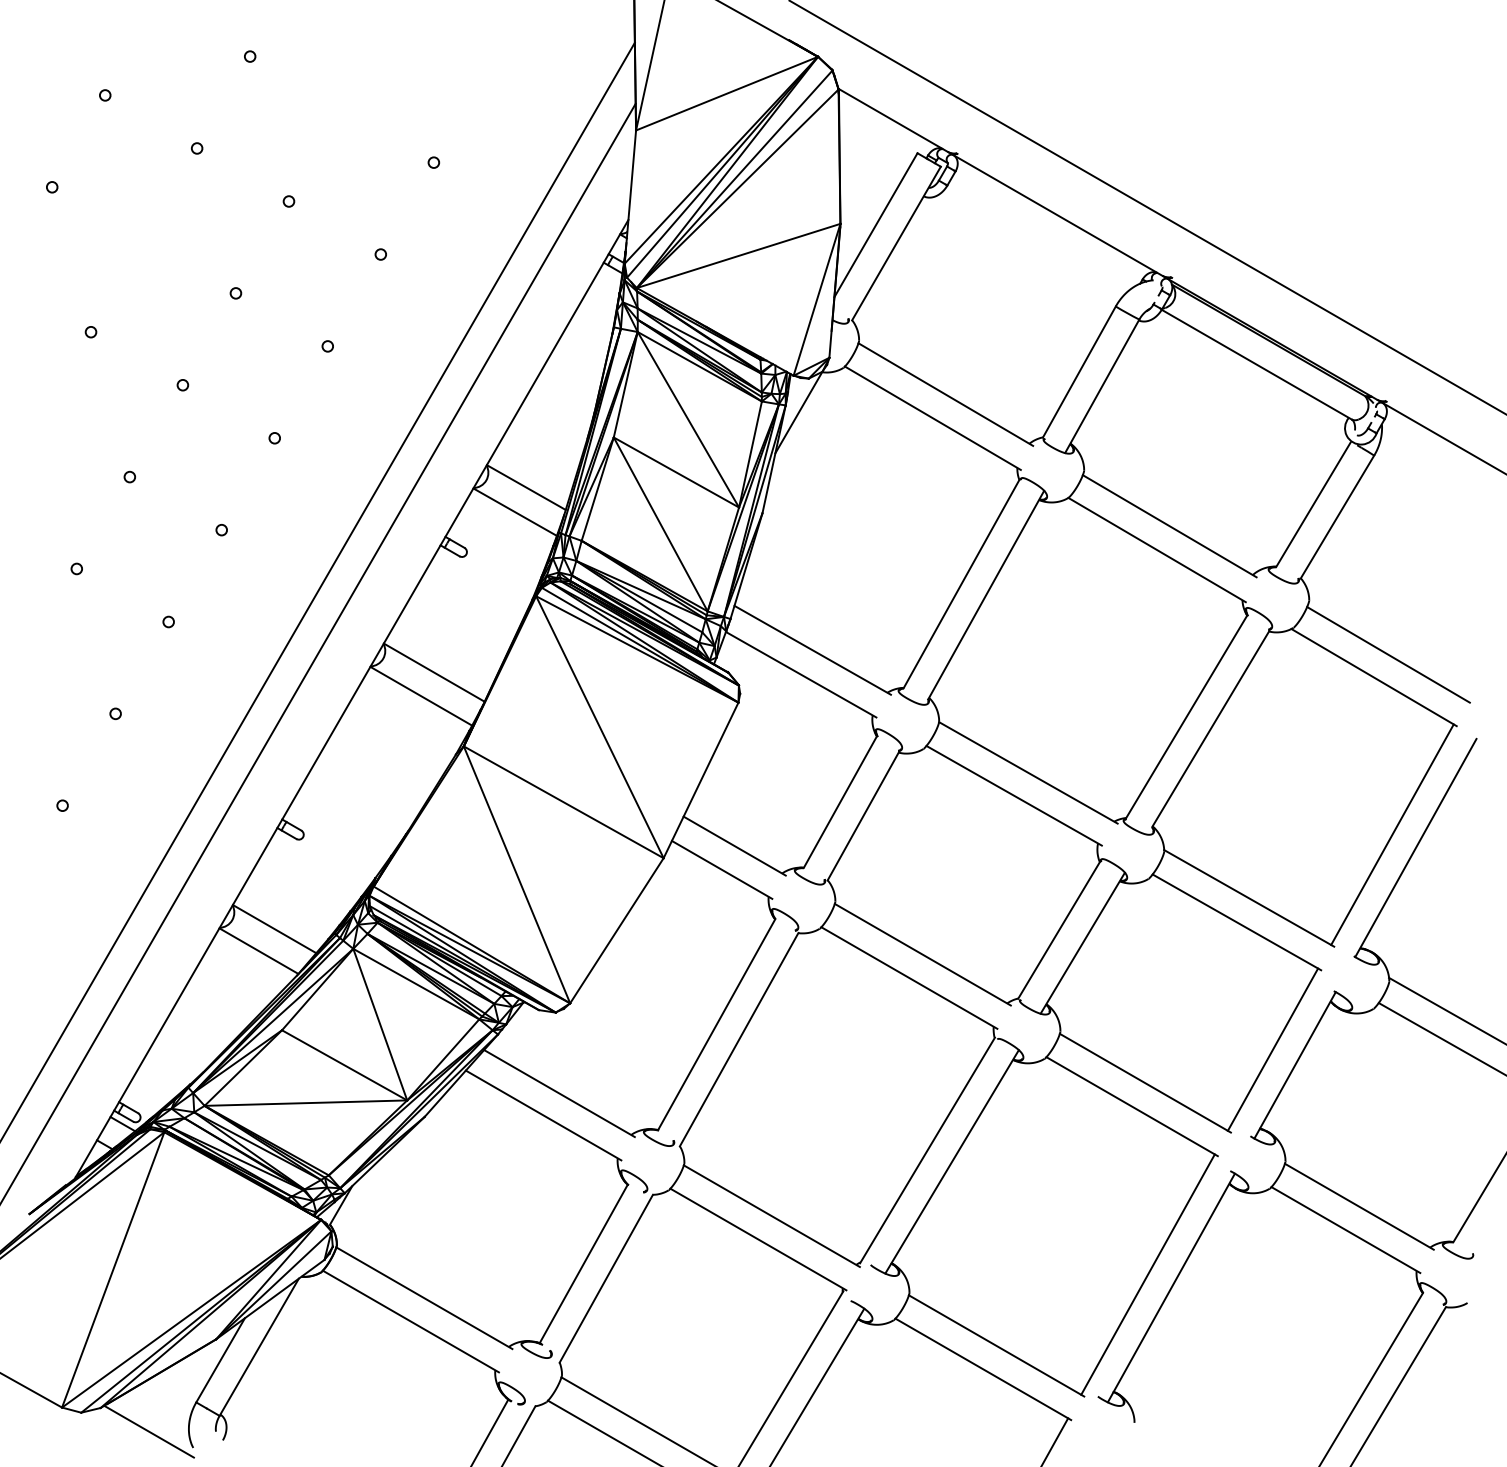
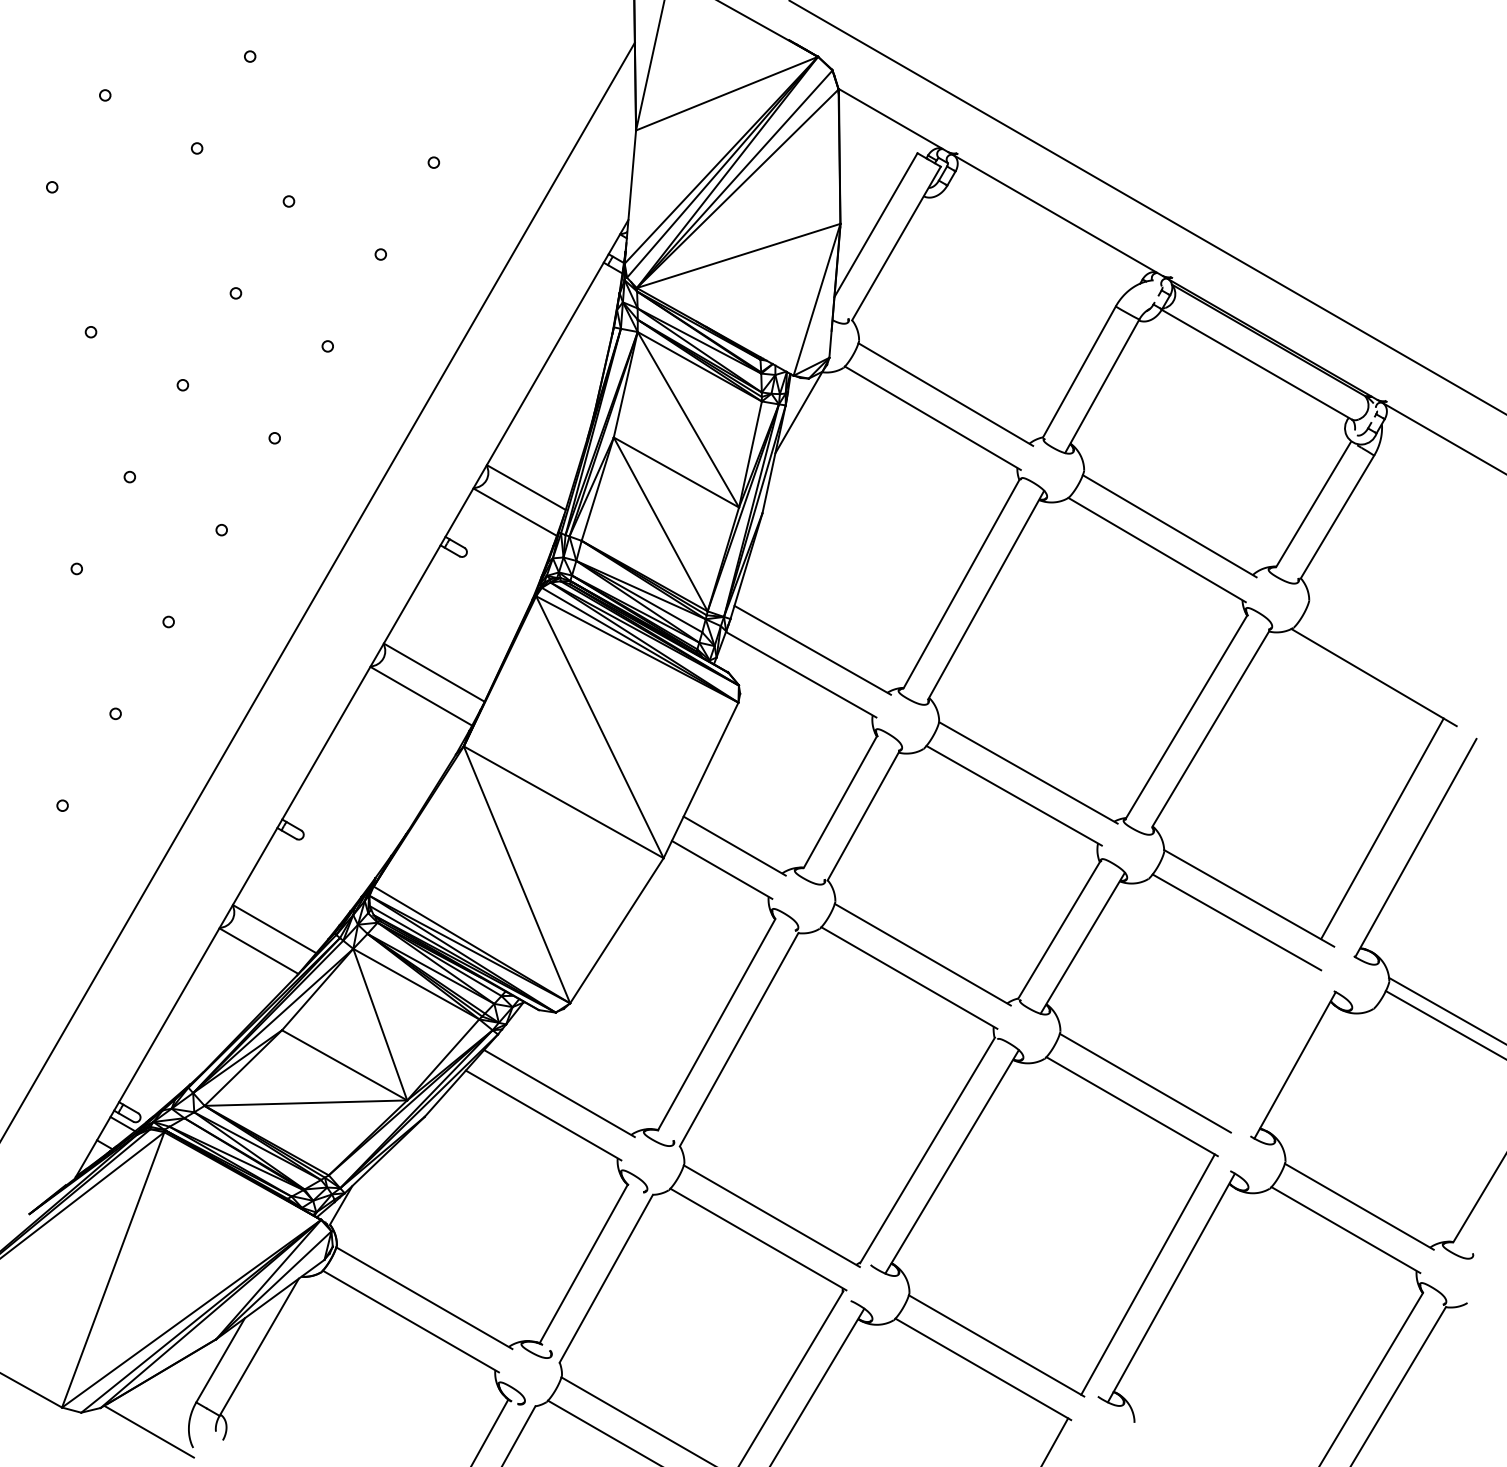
line at (318, 651): present -> none
line at (1388, 654): present -> none
line at (1392, 834) position: (1392, 834) -> (1382, 828)
line at (1440, 1038) position: (1440, 1038) -> (1444, 1024)
line at (1272, 1049): present -> none
